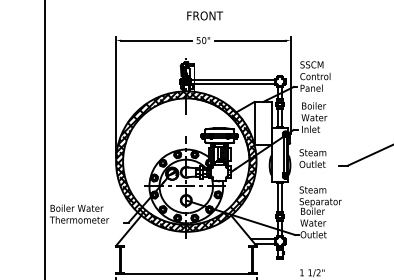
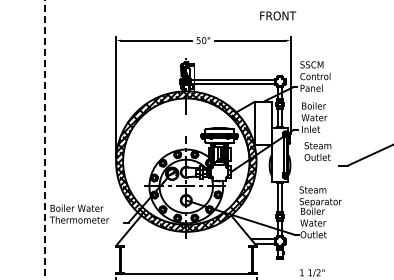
text at (204, 15) position: (204, 15) -> (277, 15)
line at (45, 139): solid -> dashed
text at (312, 158) position: (312, 158) -> (317, 151)
